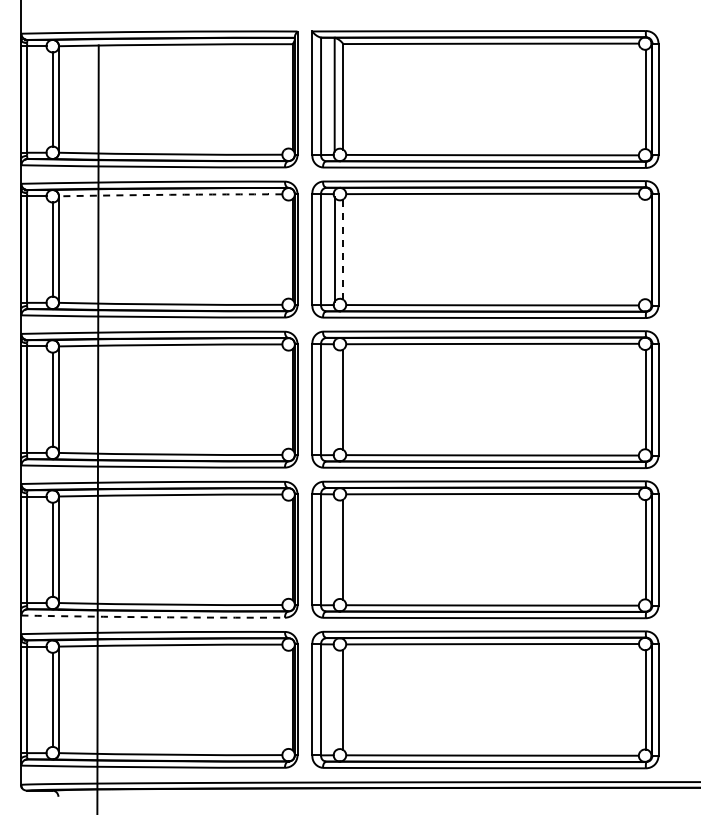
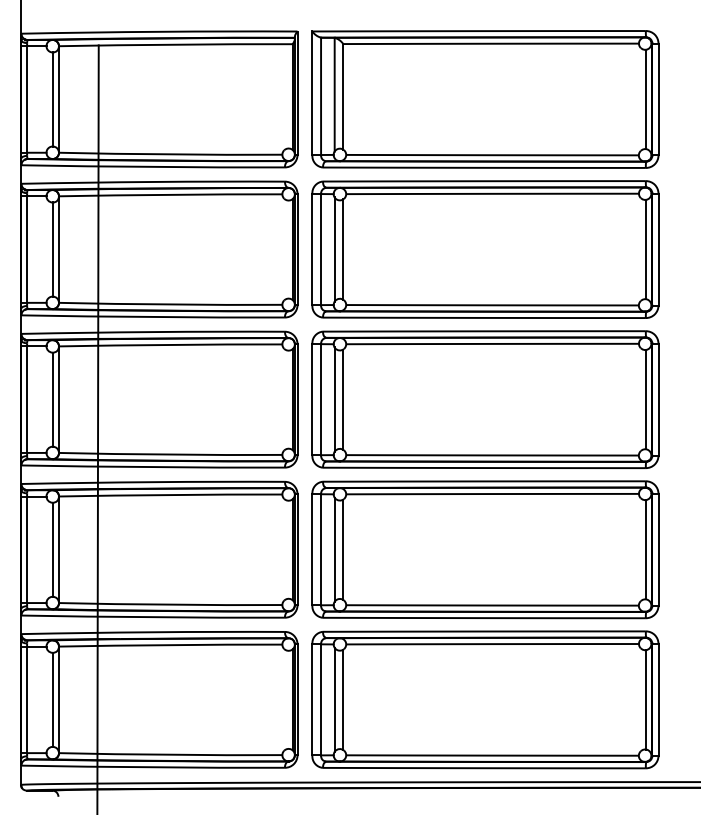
arc at (170, 194): dashed -> solid
line at (343, 249): dashed -> solid
line at (645, 249): none -> present
line at (334, 399): none -> present
line at (334, 549): none -> present
arc at (153, 617): dashed -> solid
line at (334, 699): none -> present
